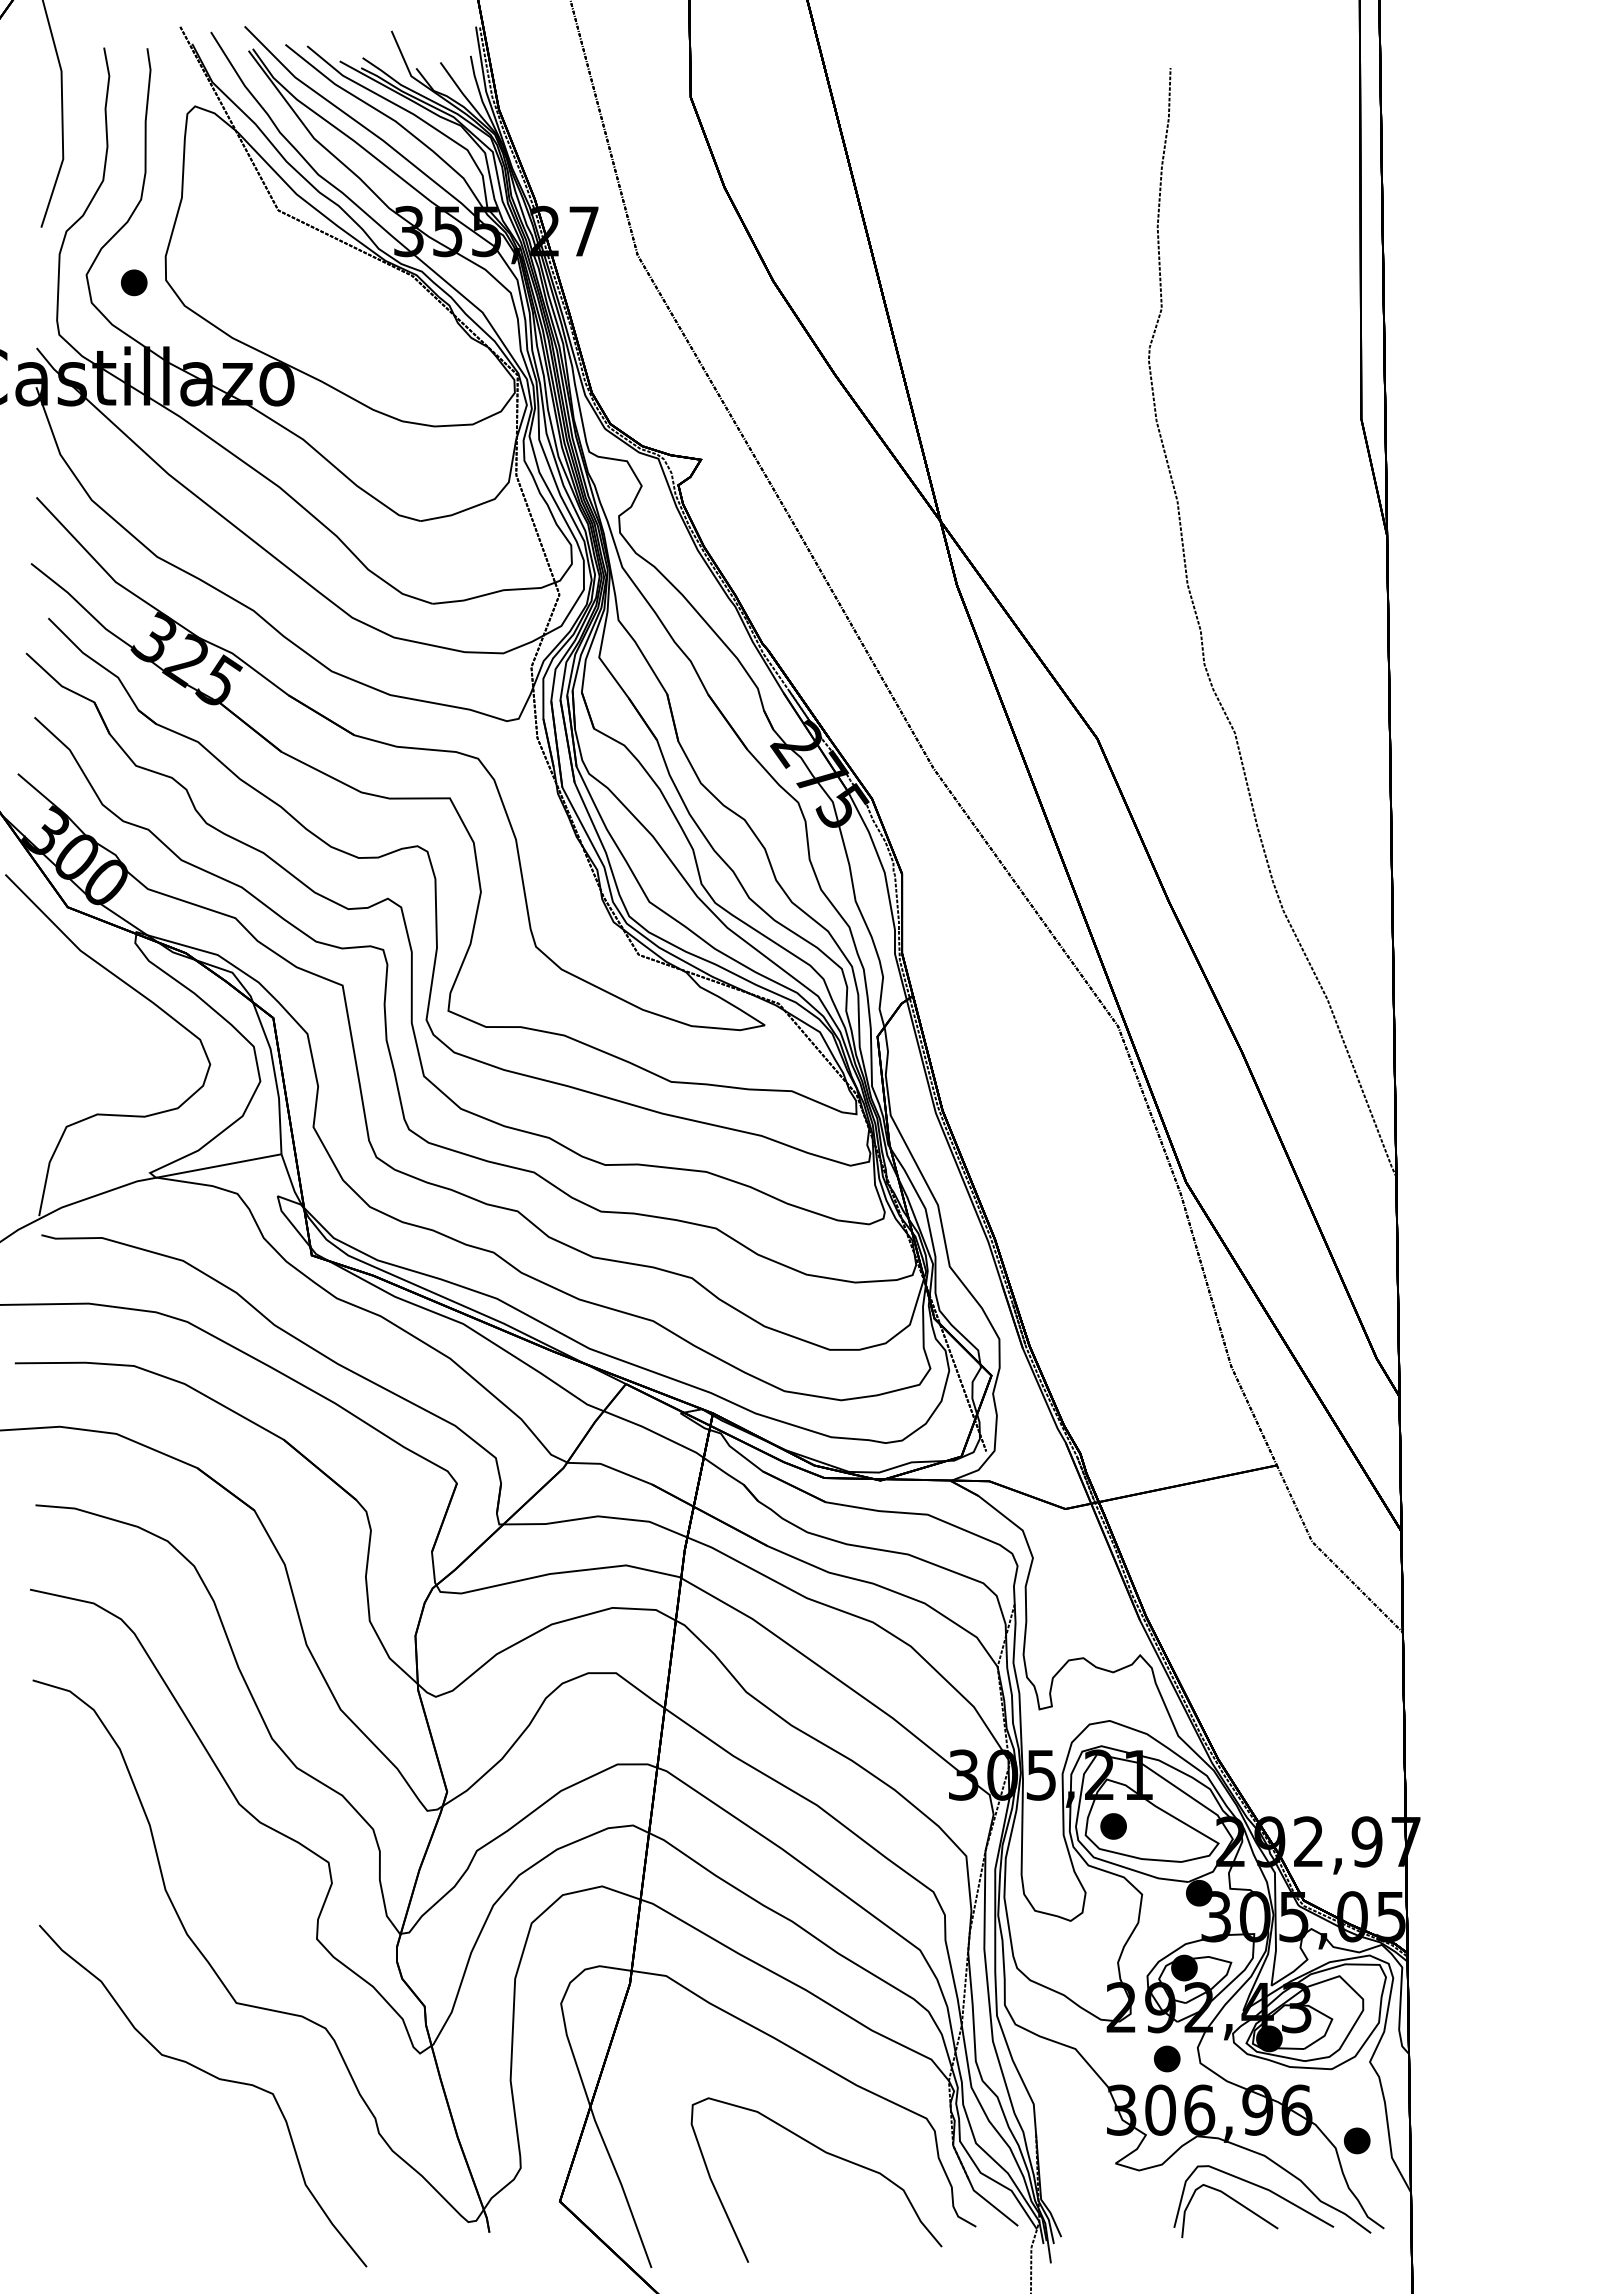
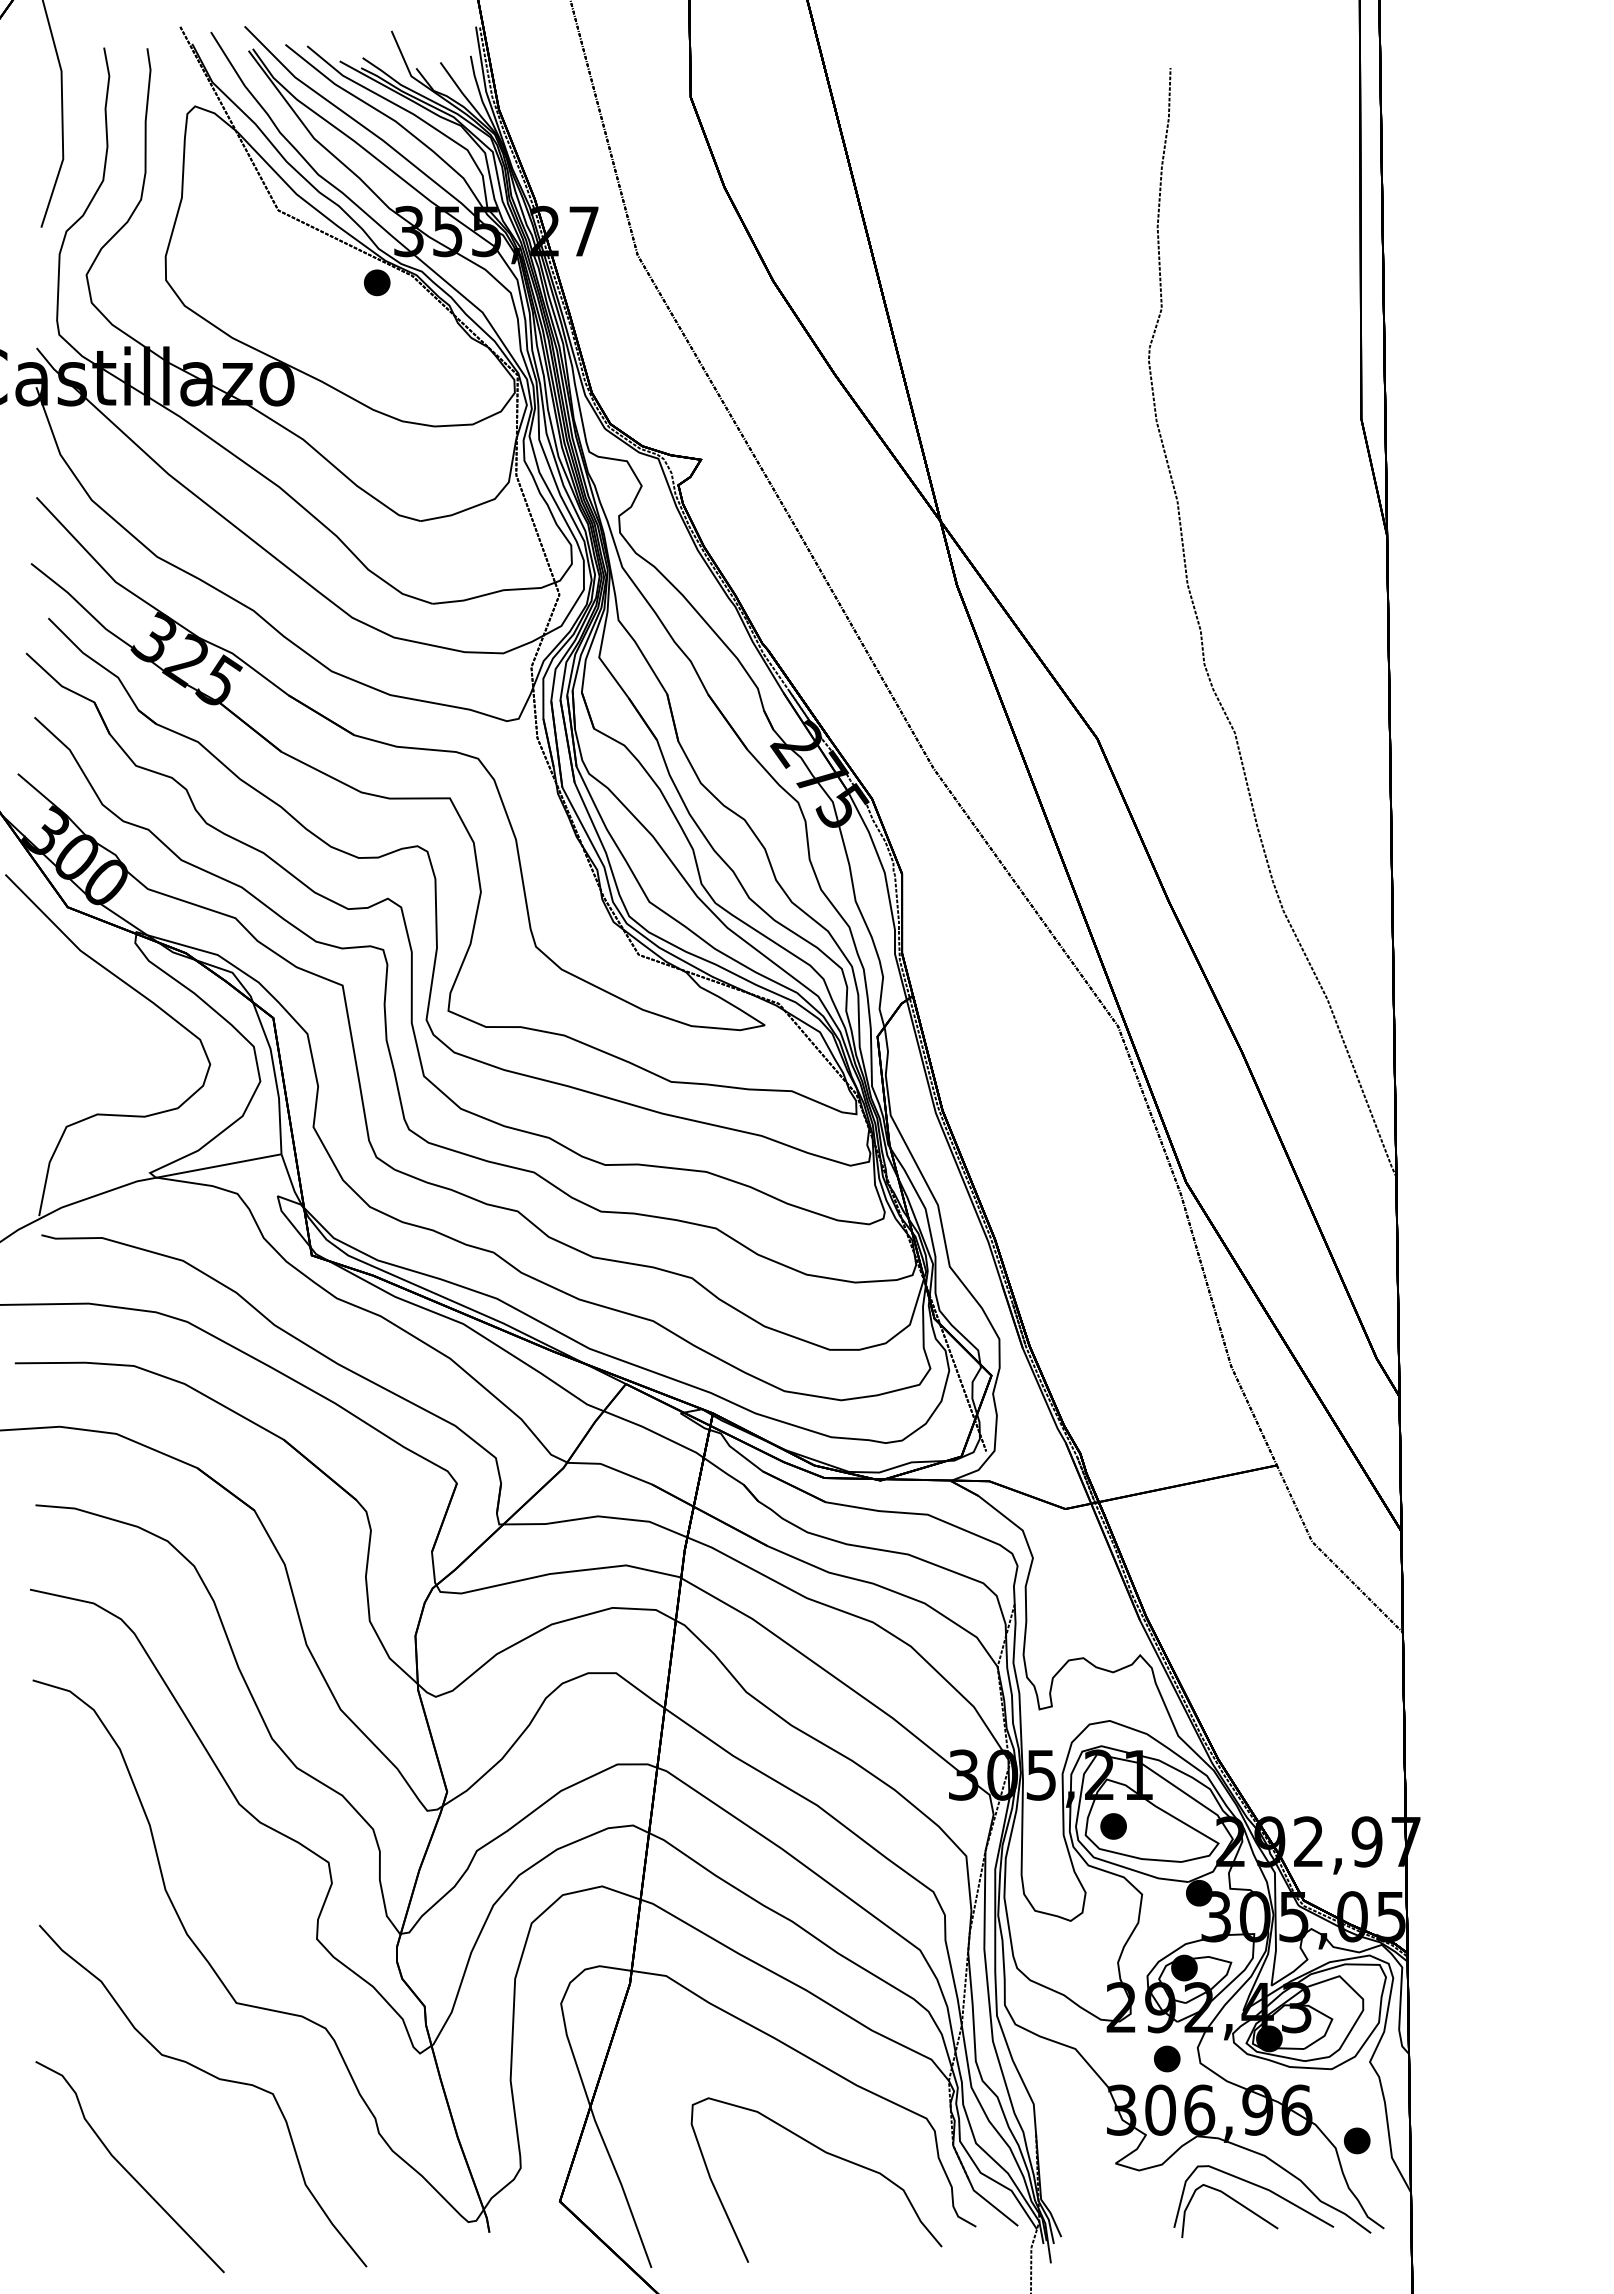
part at (134, 282) position: (134, 282) -> (377, 282)
curve at (126, 2169): none -> present
